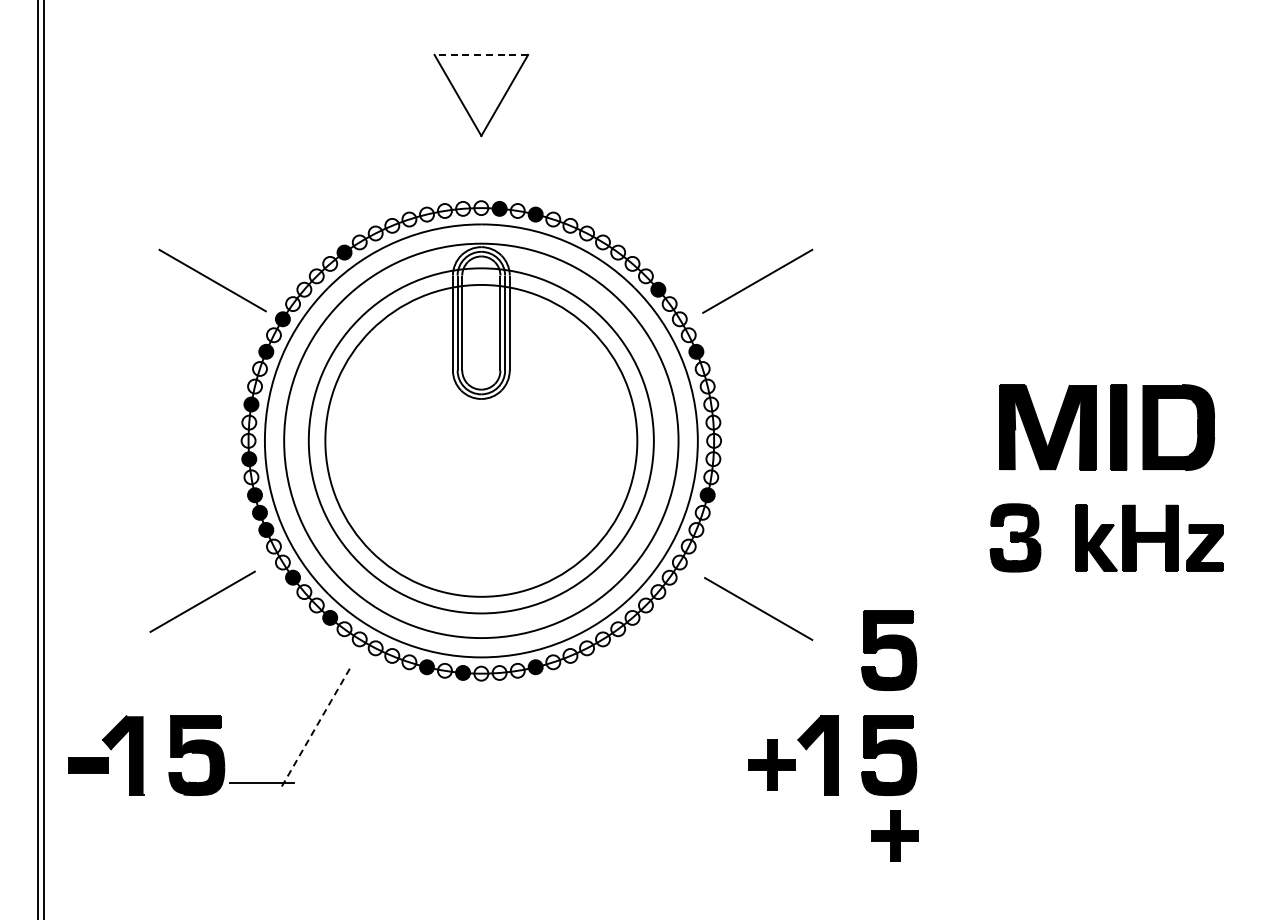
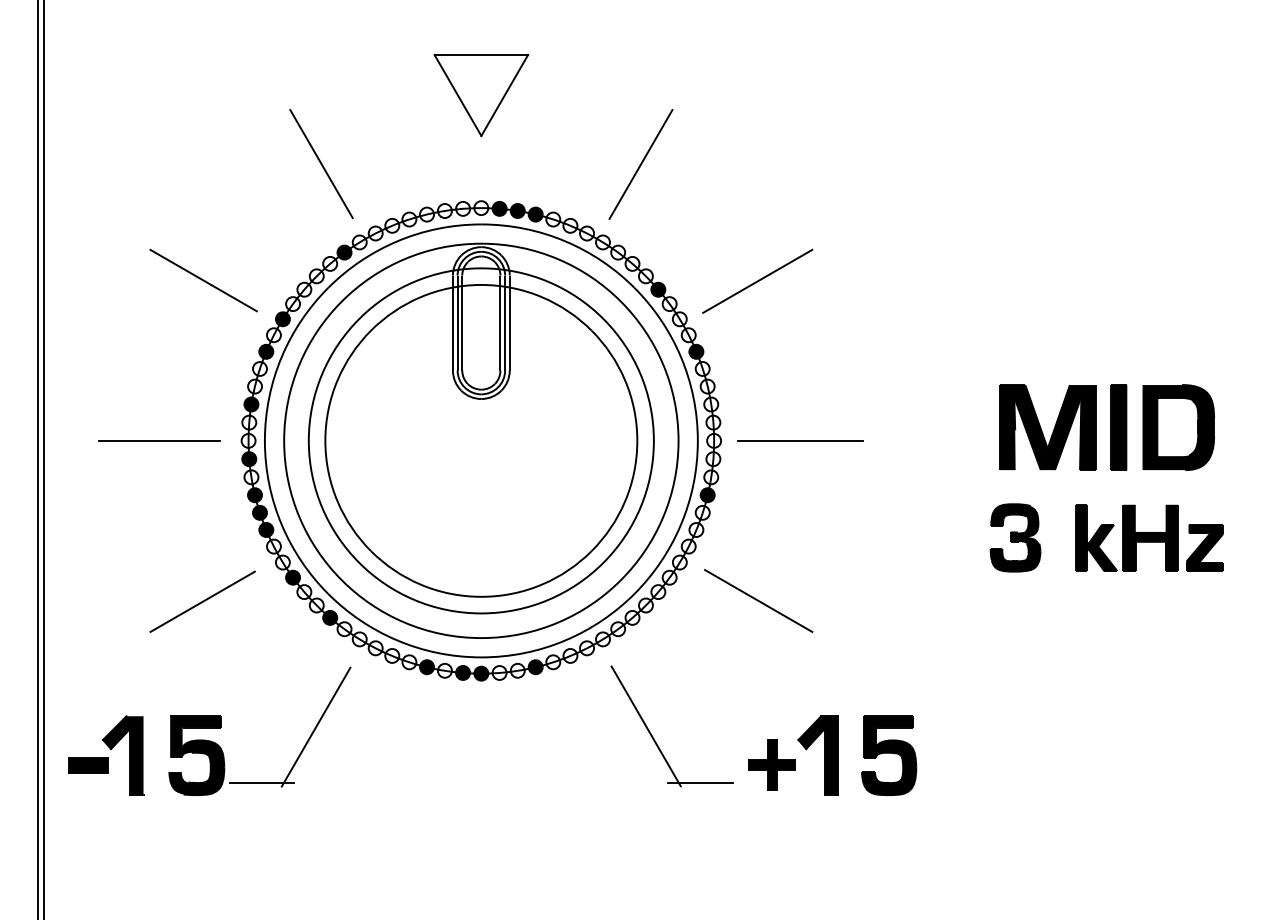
line at (481, 54): dashed -> solid
line at (321, 164): none -> present
line at (640, 164): none -> present
fill at (517, 211): none -> present
line at (212, 280) position: (212, 280) -> (203, 280)
line at (159, 440): none -> present
line at (800, 440): none -> present
line at (758, 608) position: (758, 608) -> (758, 600)
part at (889, 650): present -> none
fill at (481, 673): none -> present
line at (316, 727): dashed -> solid
part at (653, 736): none -> present
part at (894, 835): present -> none
